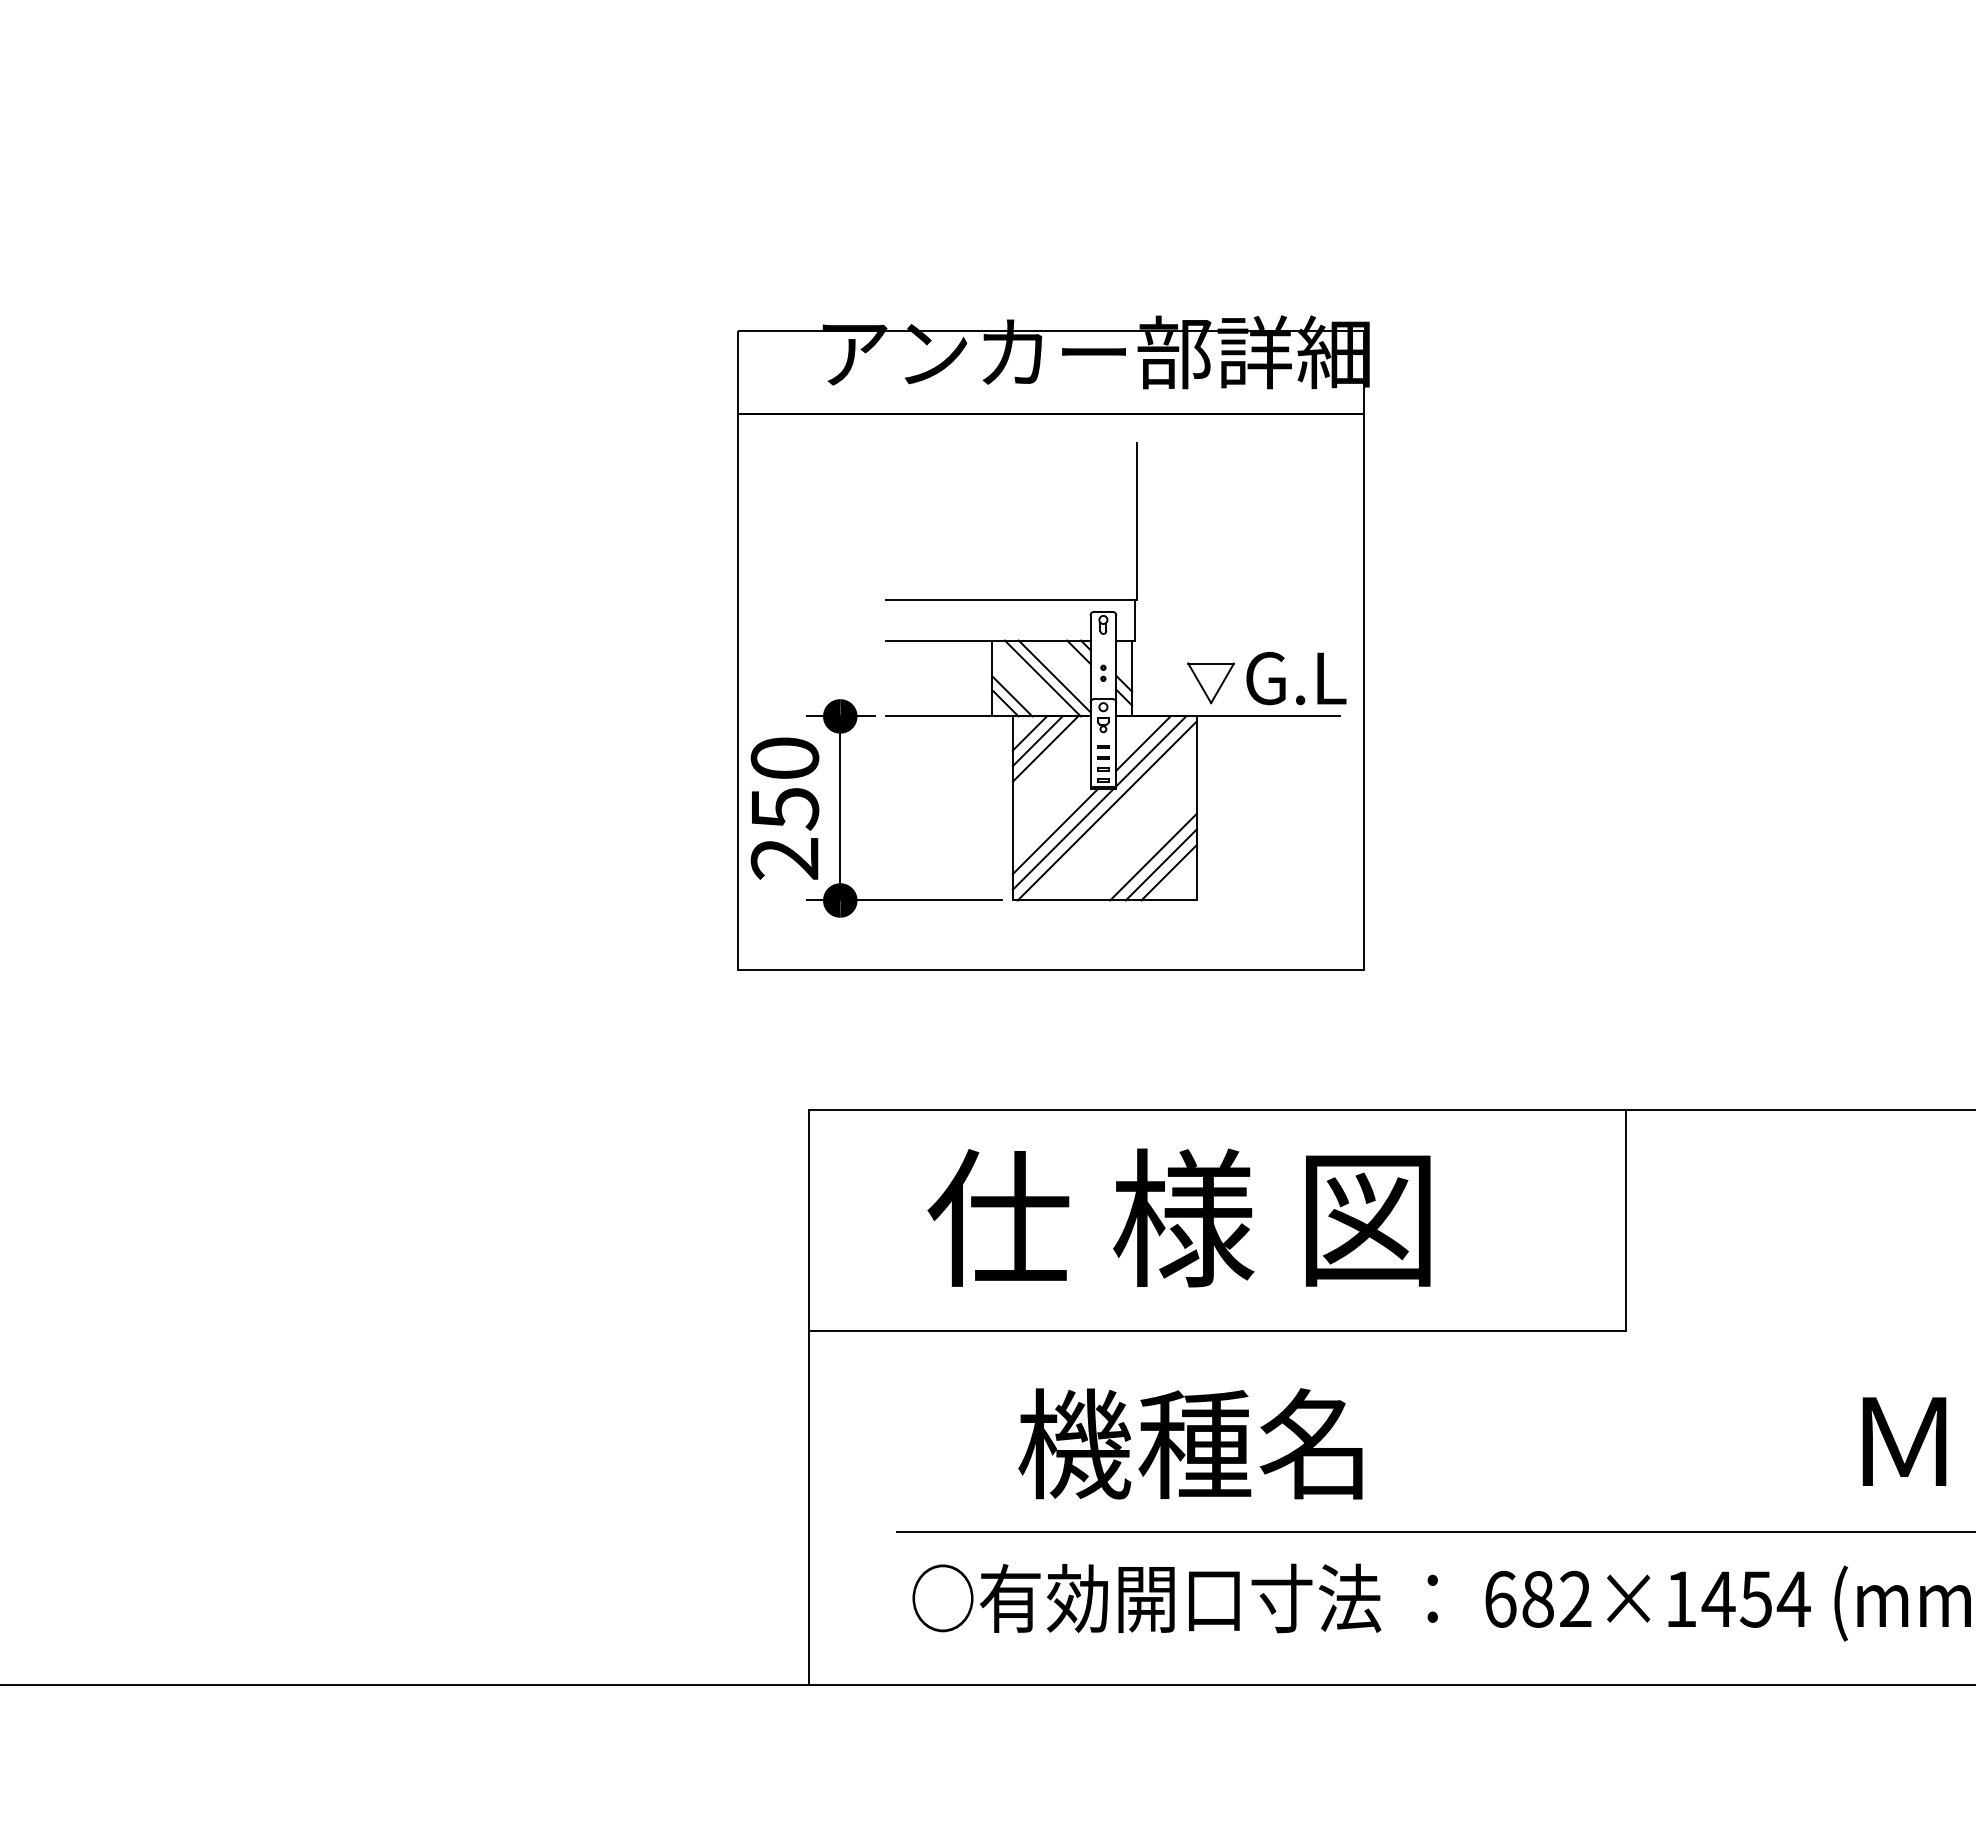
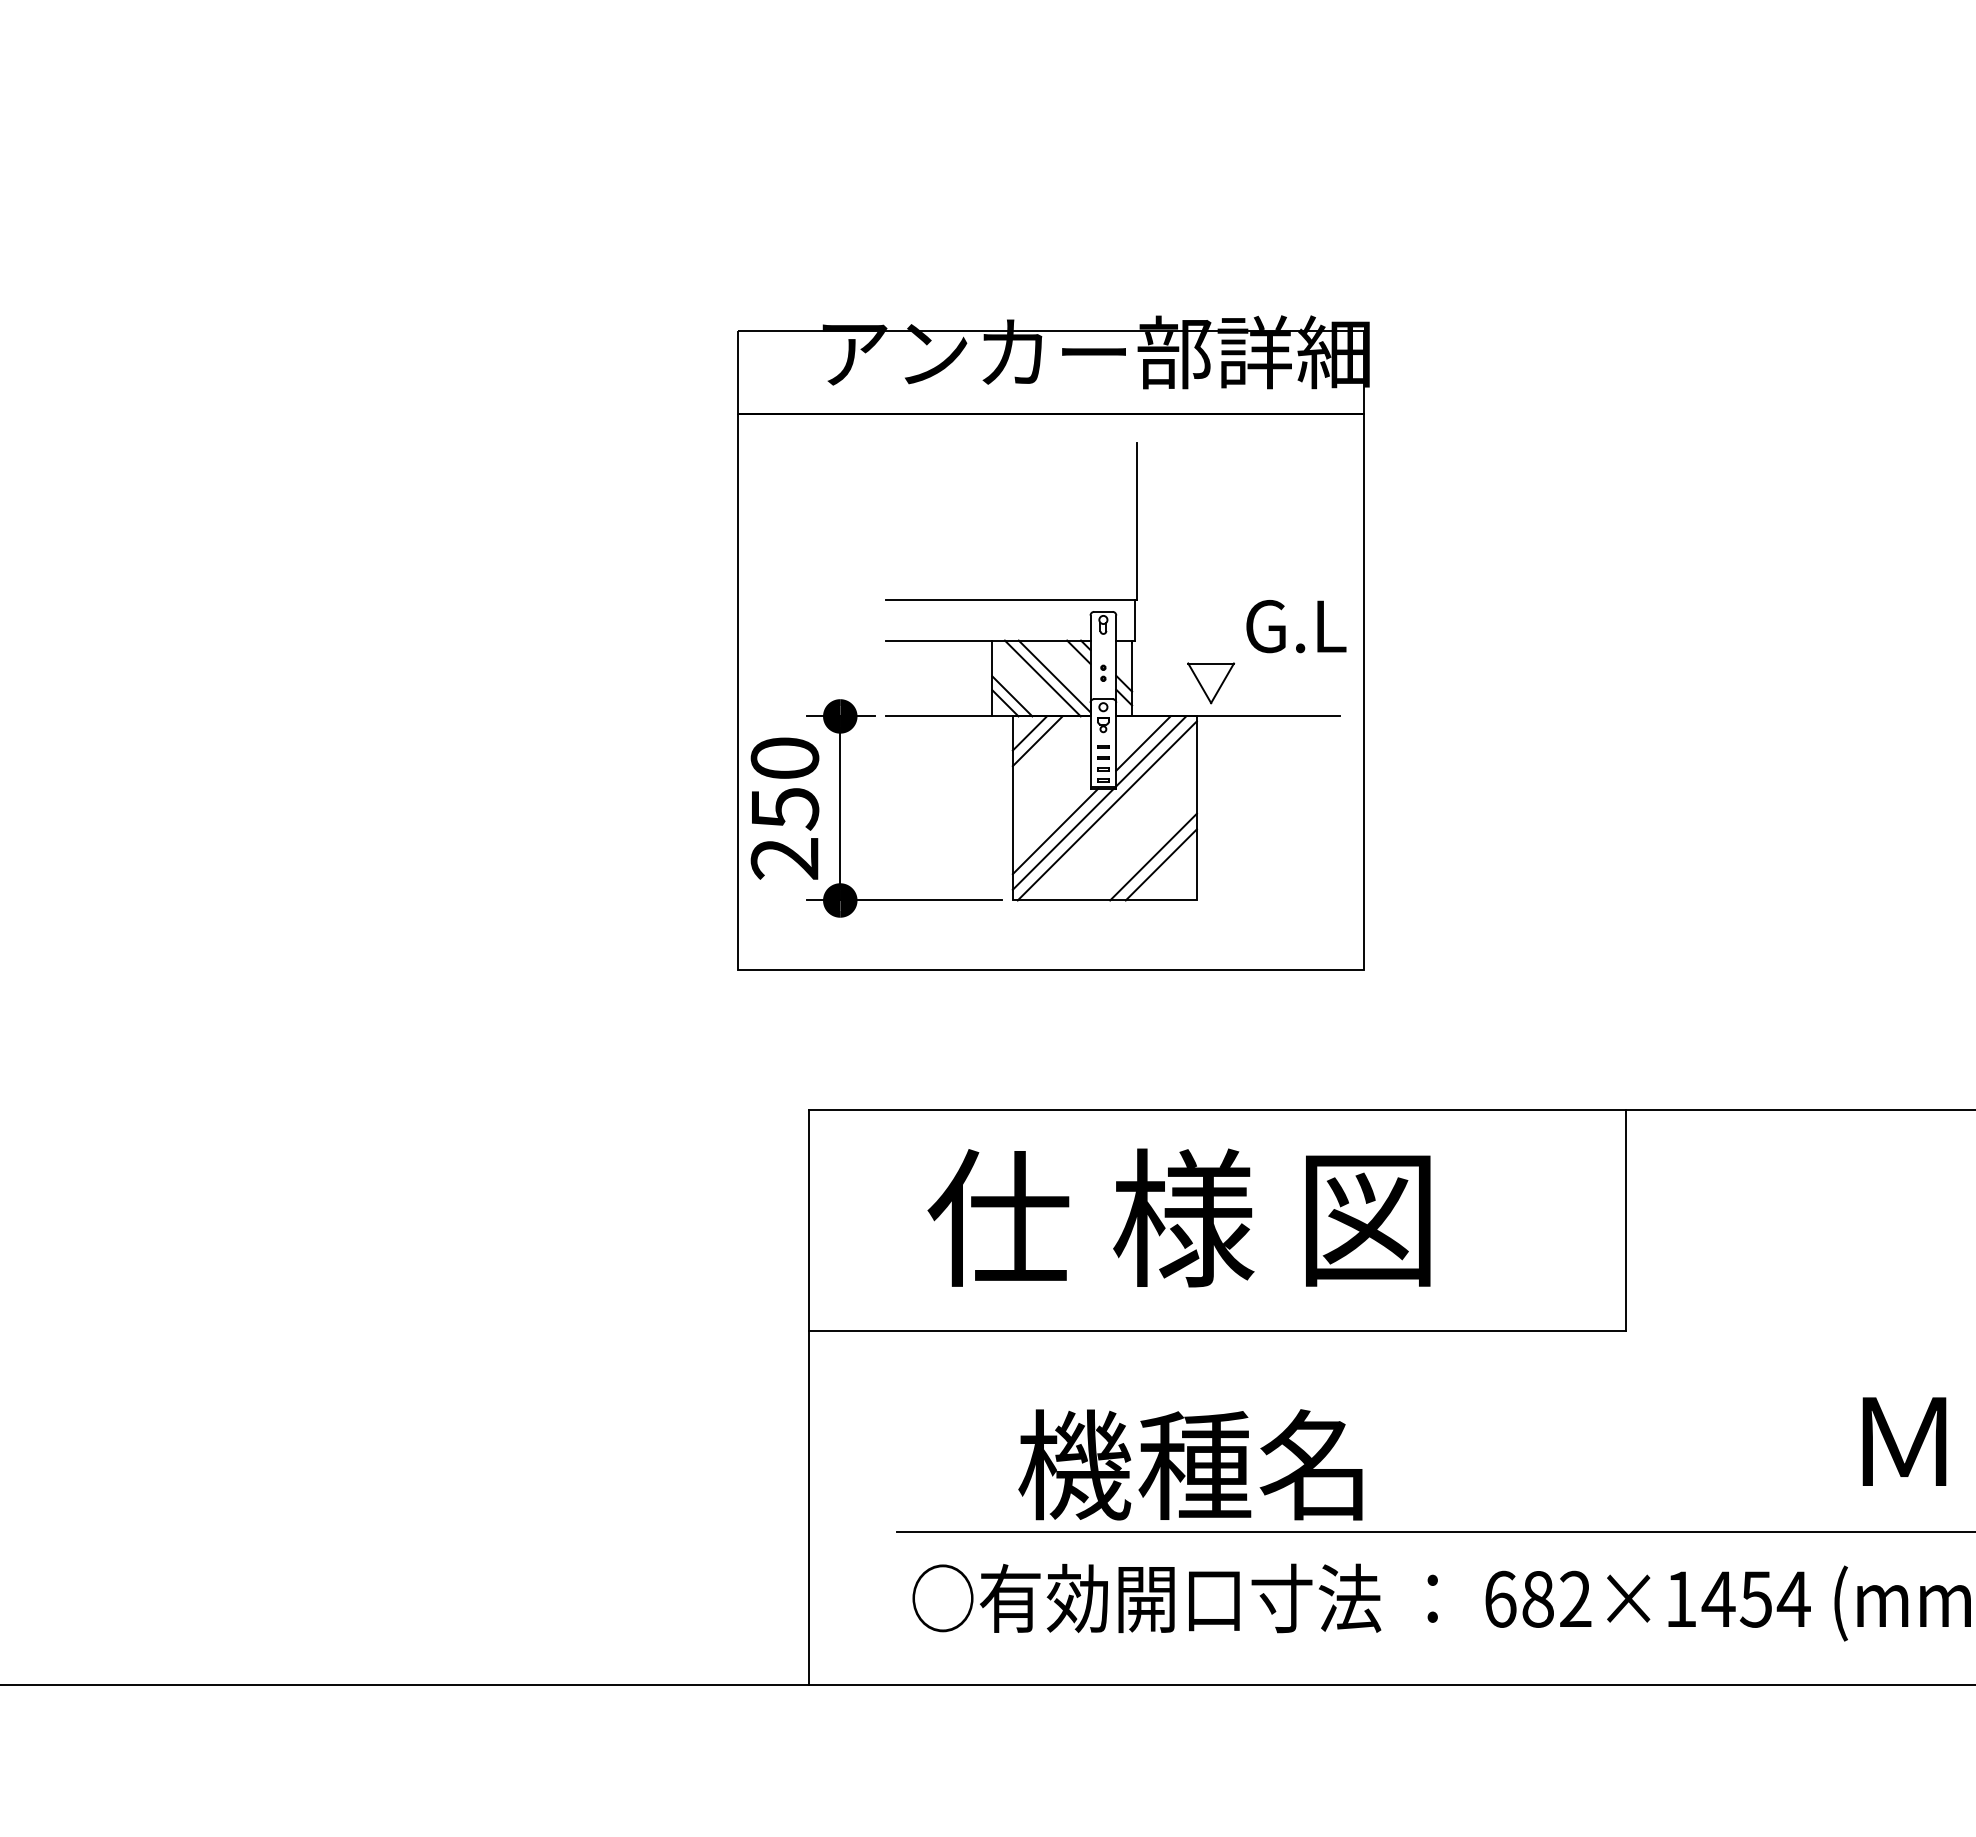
text at (1296, 678) position: (1296, 678) -> (1296, 626)
line at (1045, 748): present -> none
line at (1168, 872): present -> none
text at (1190, 1443) position: (1190, 1443) -> (1190, 1464)
